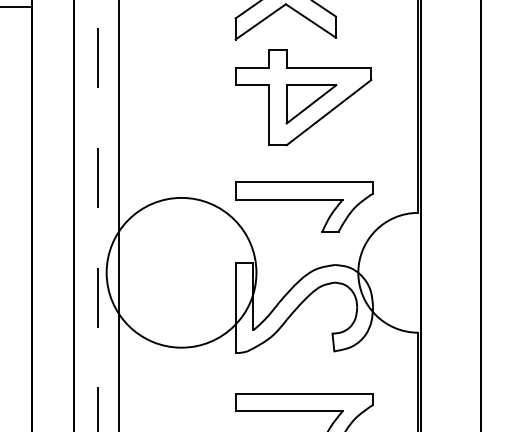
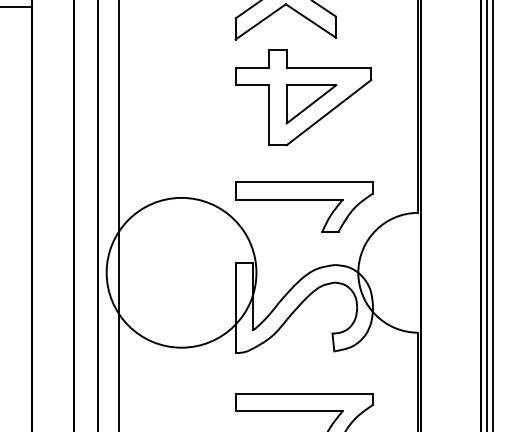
line at (487, 215): none -> present
line at (493, 215): none -> present
line at (97, 216): dashed -> solid
